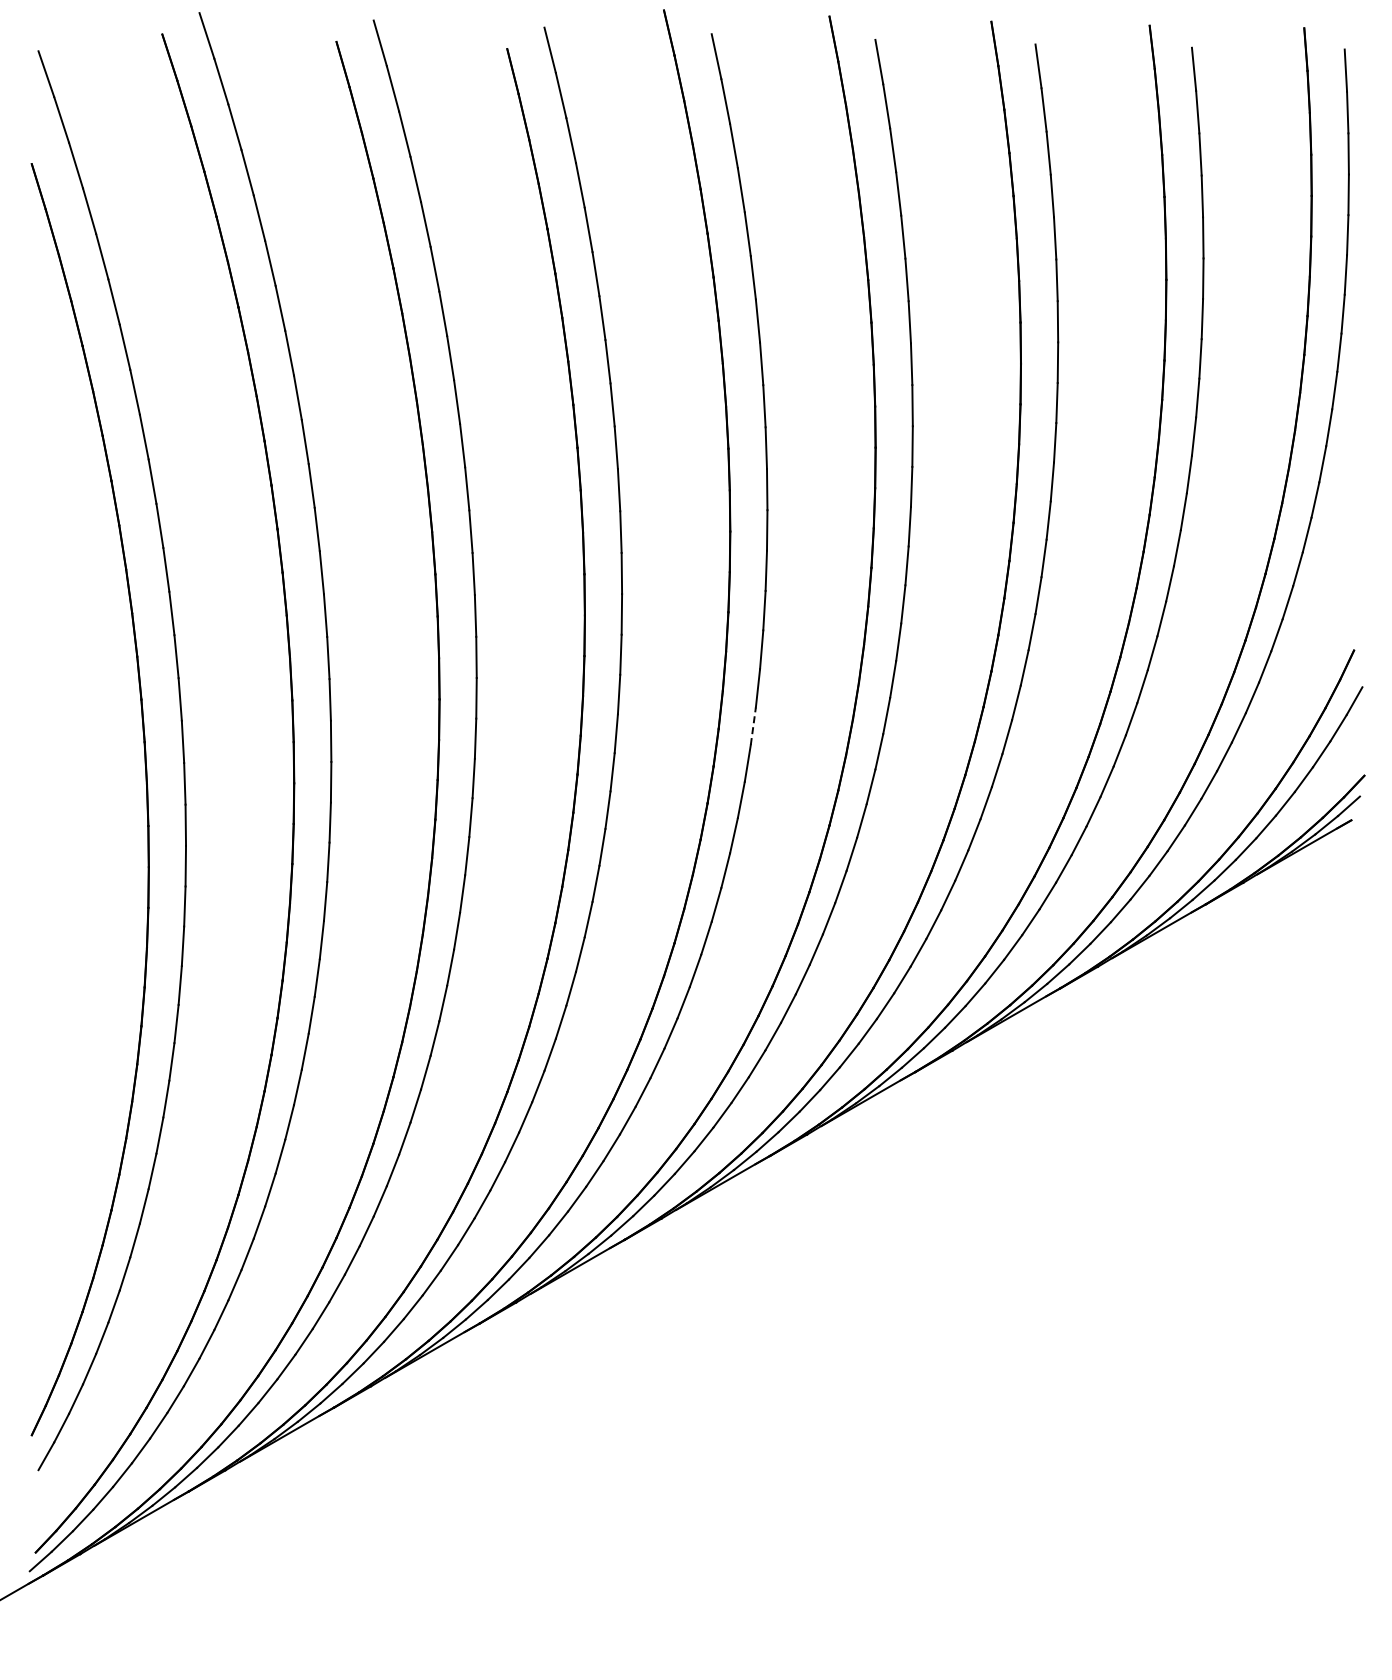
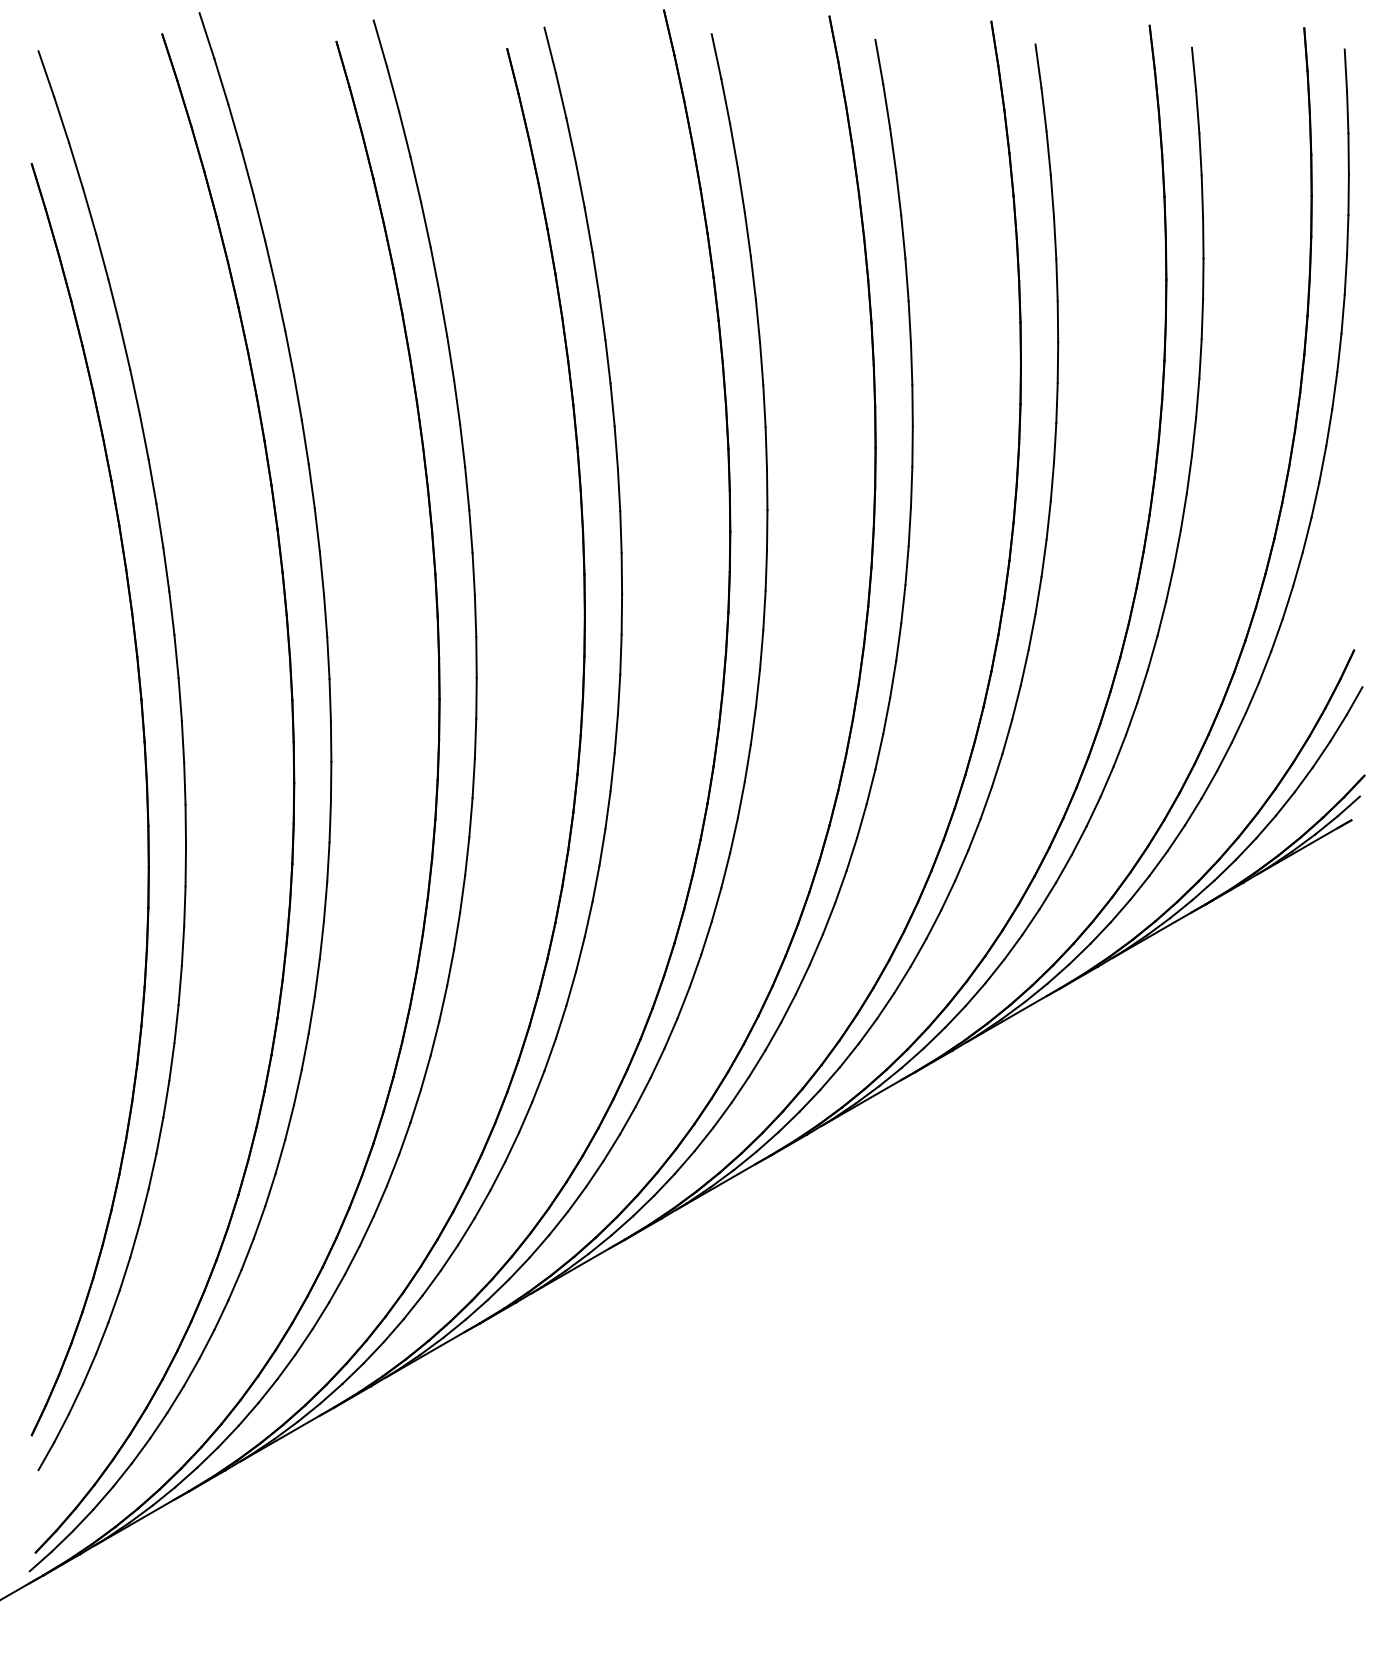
line at (753, 726): dashed -> solid
